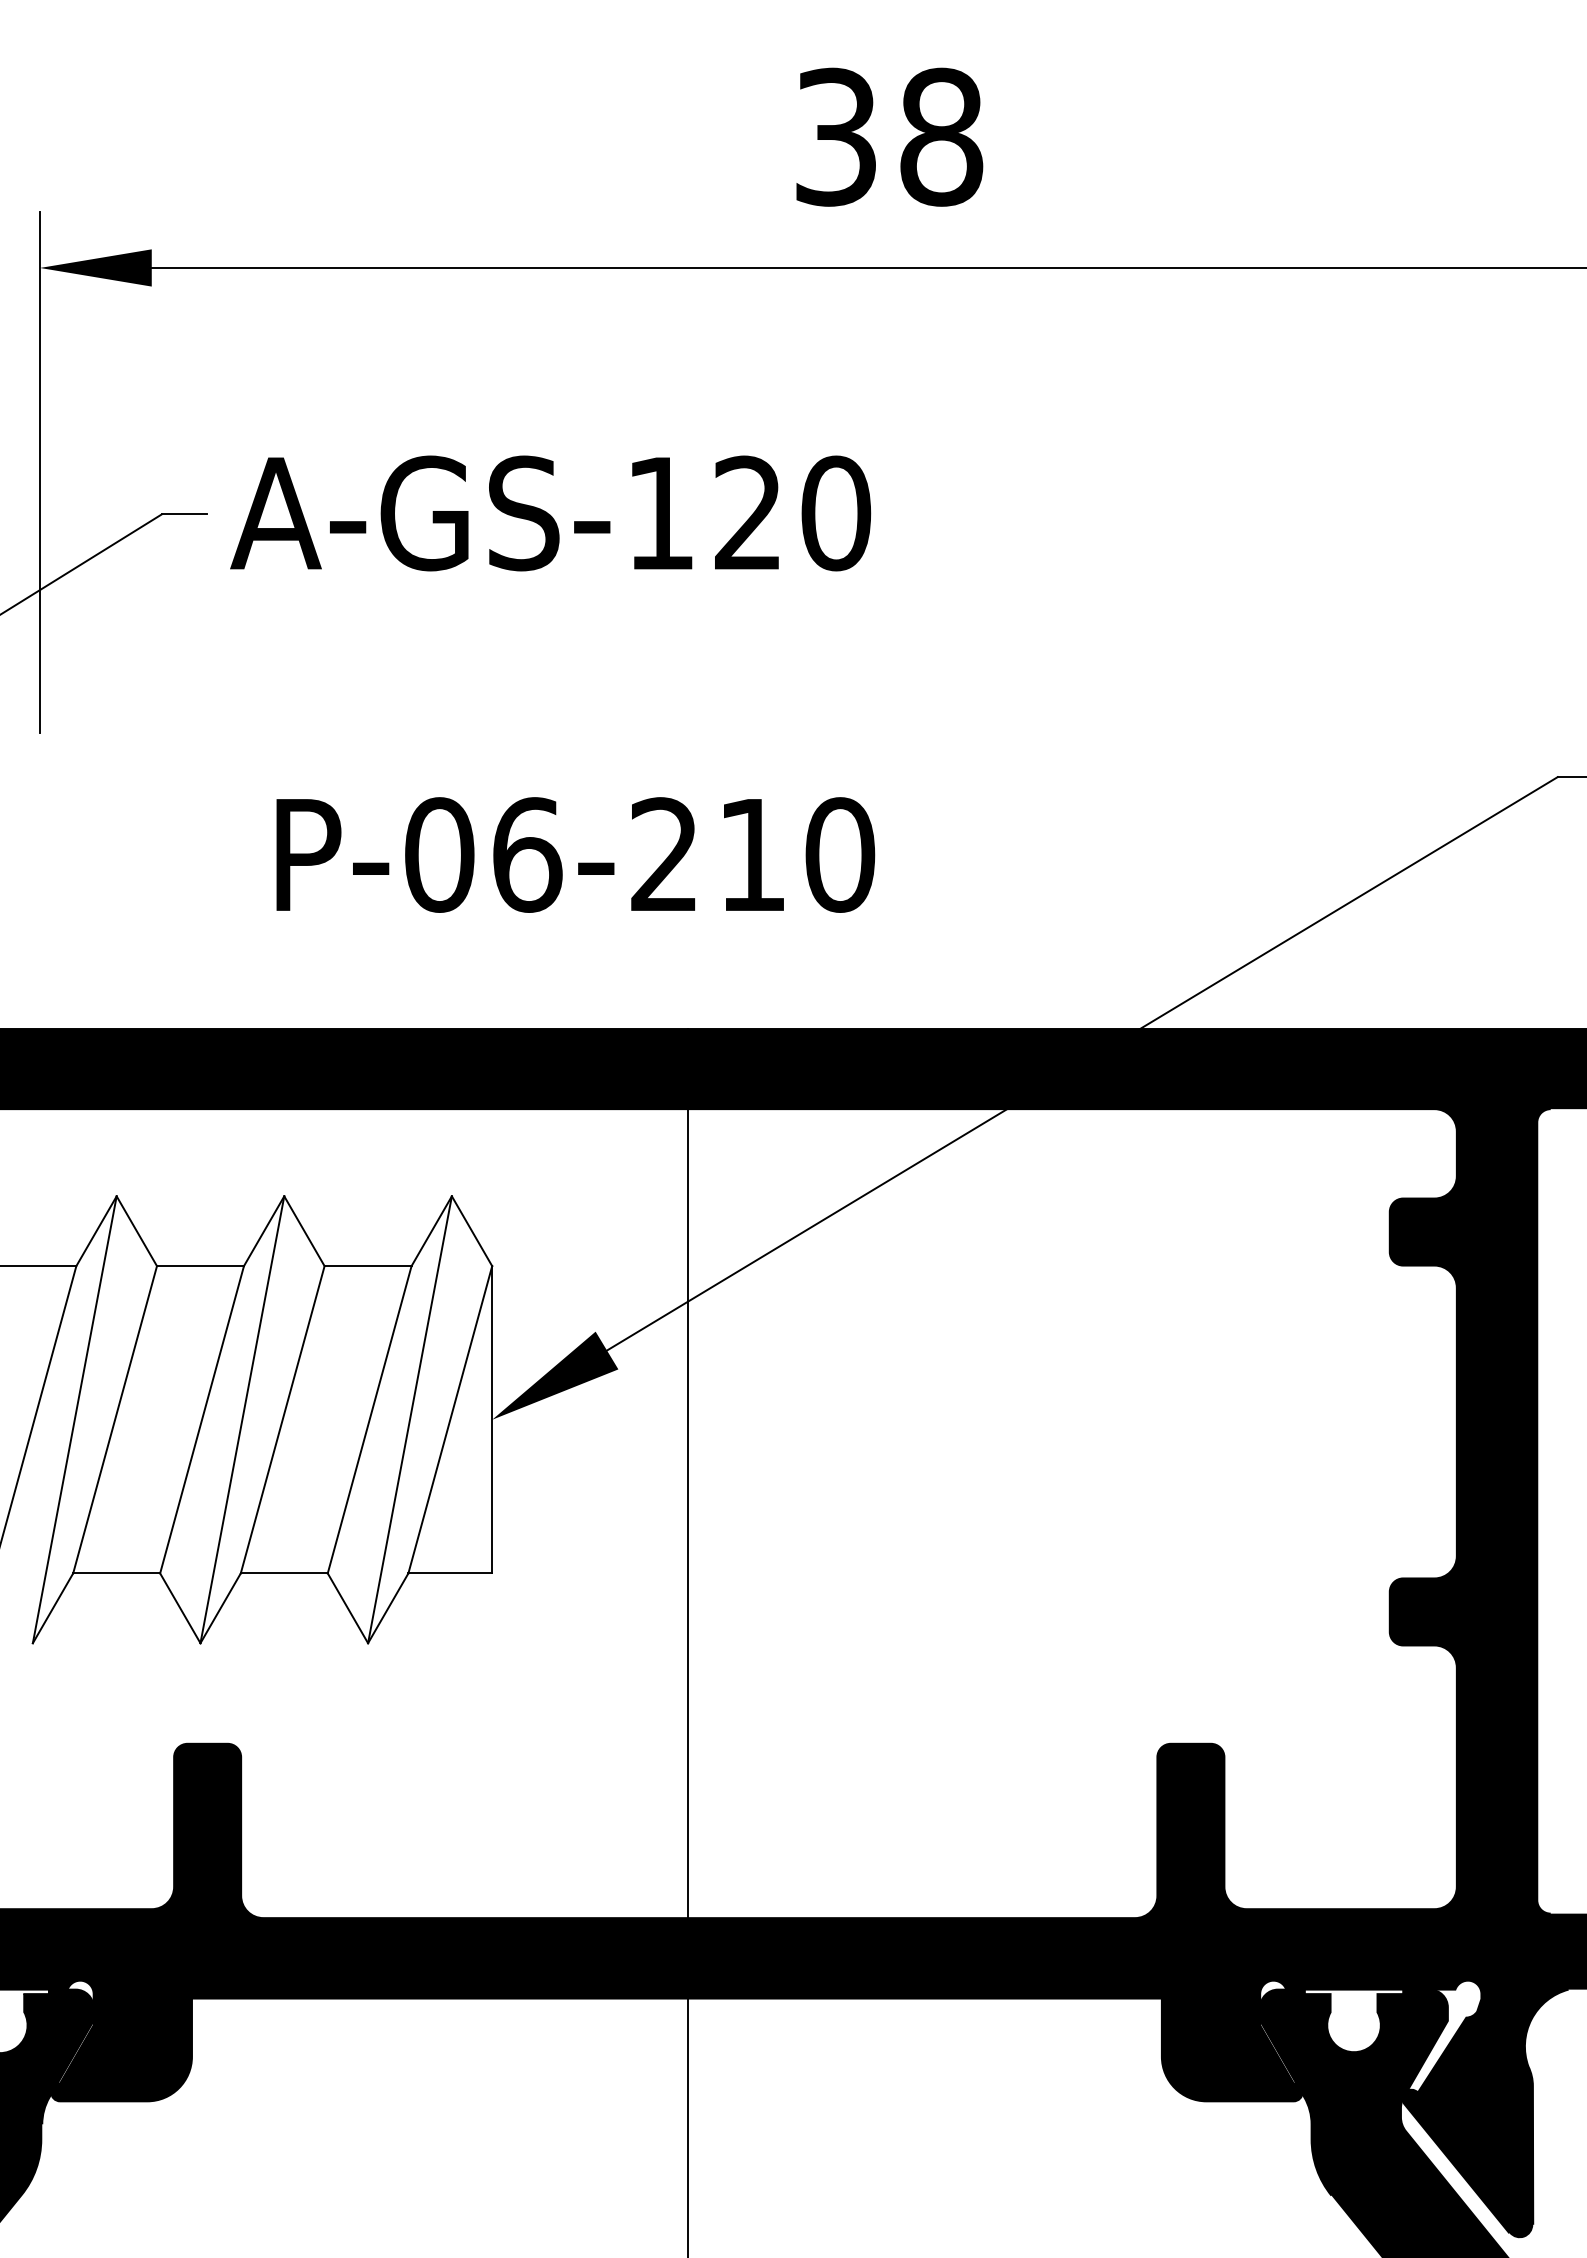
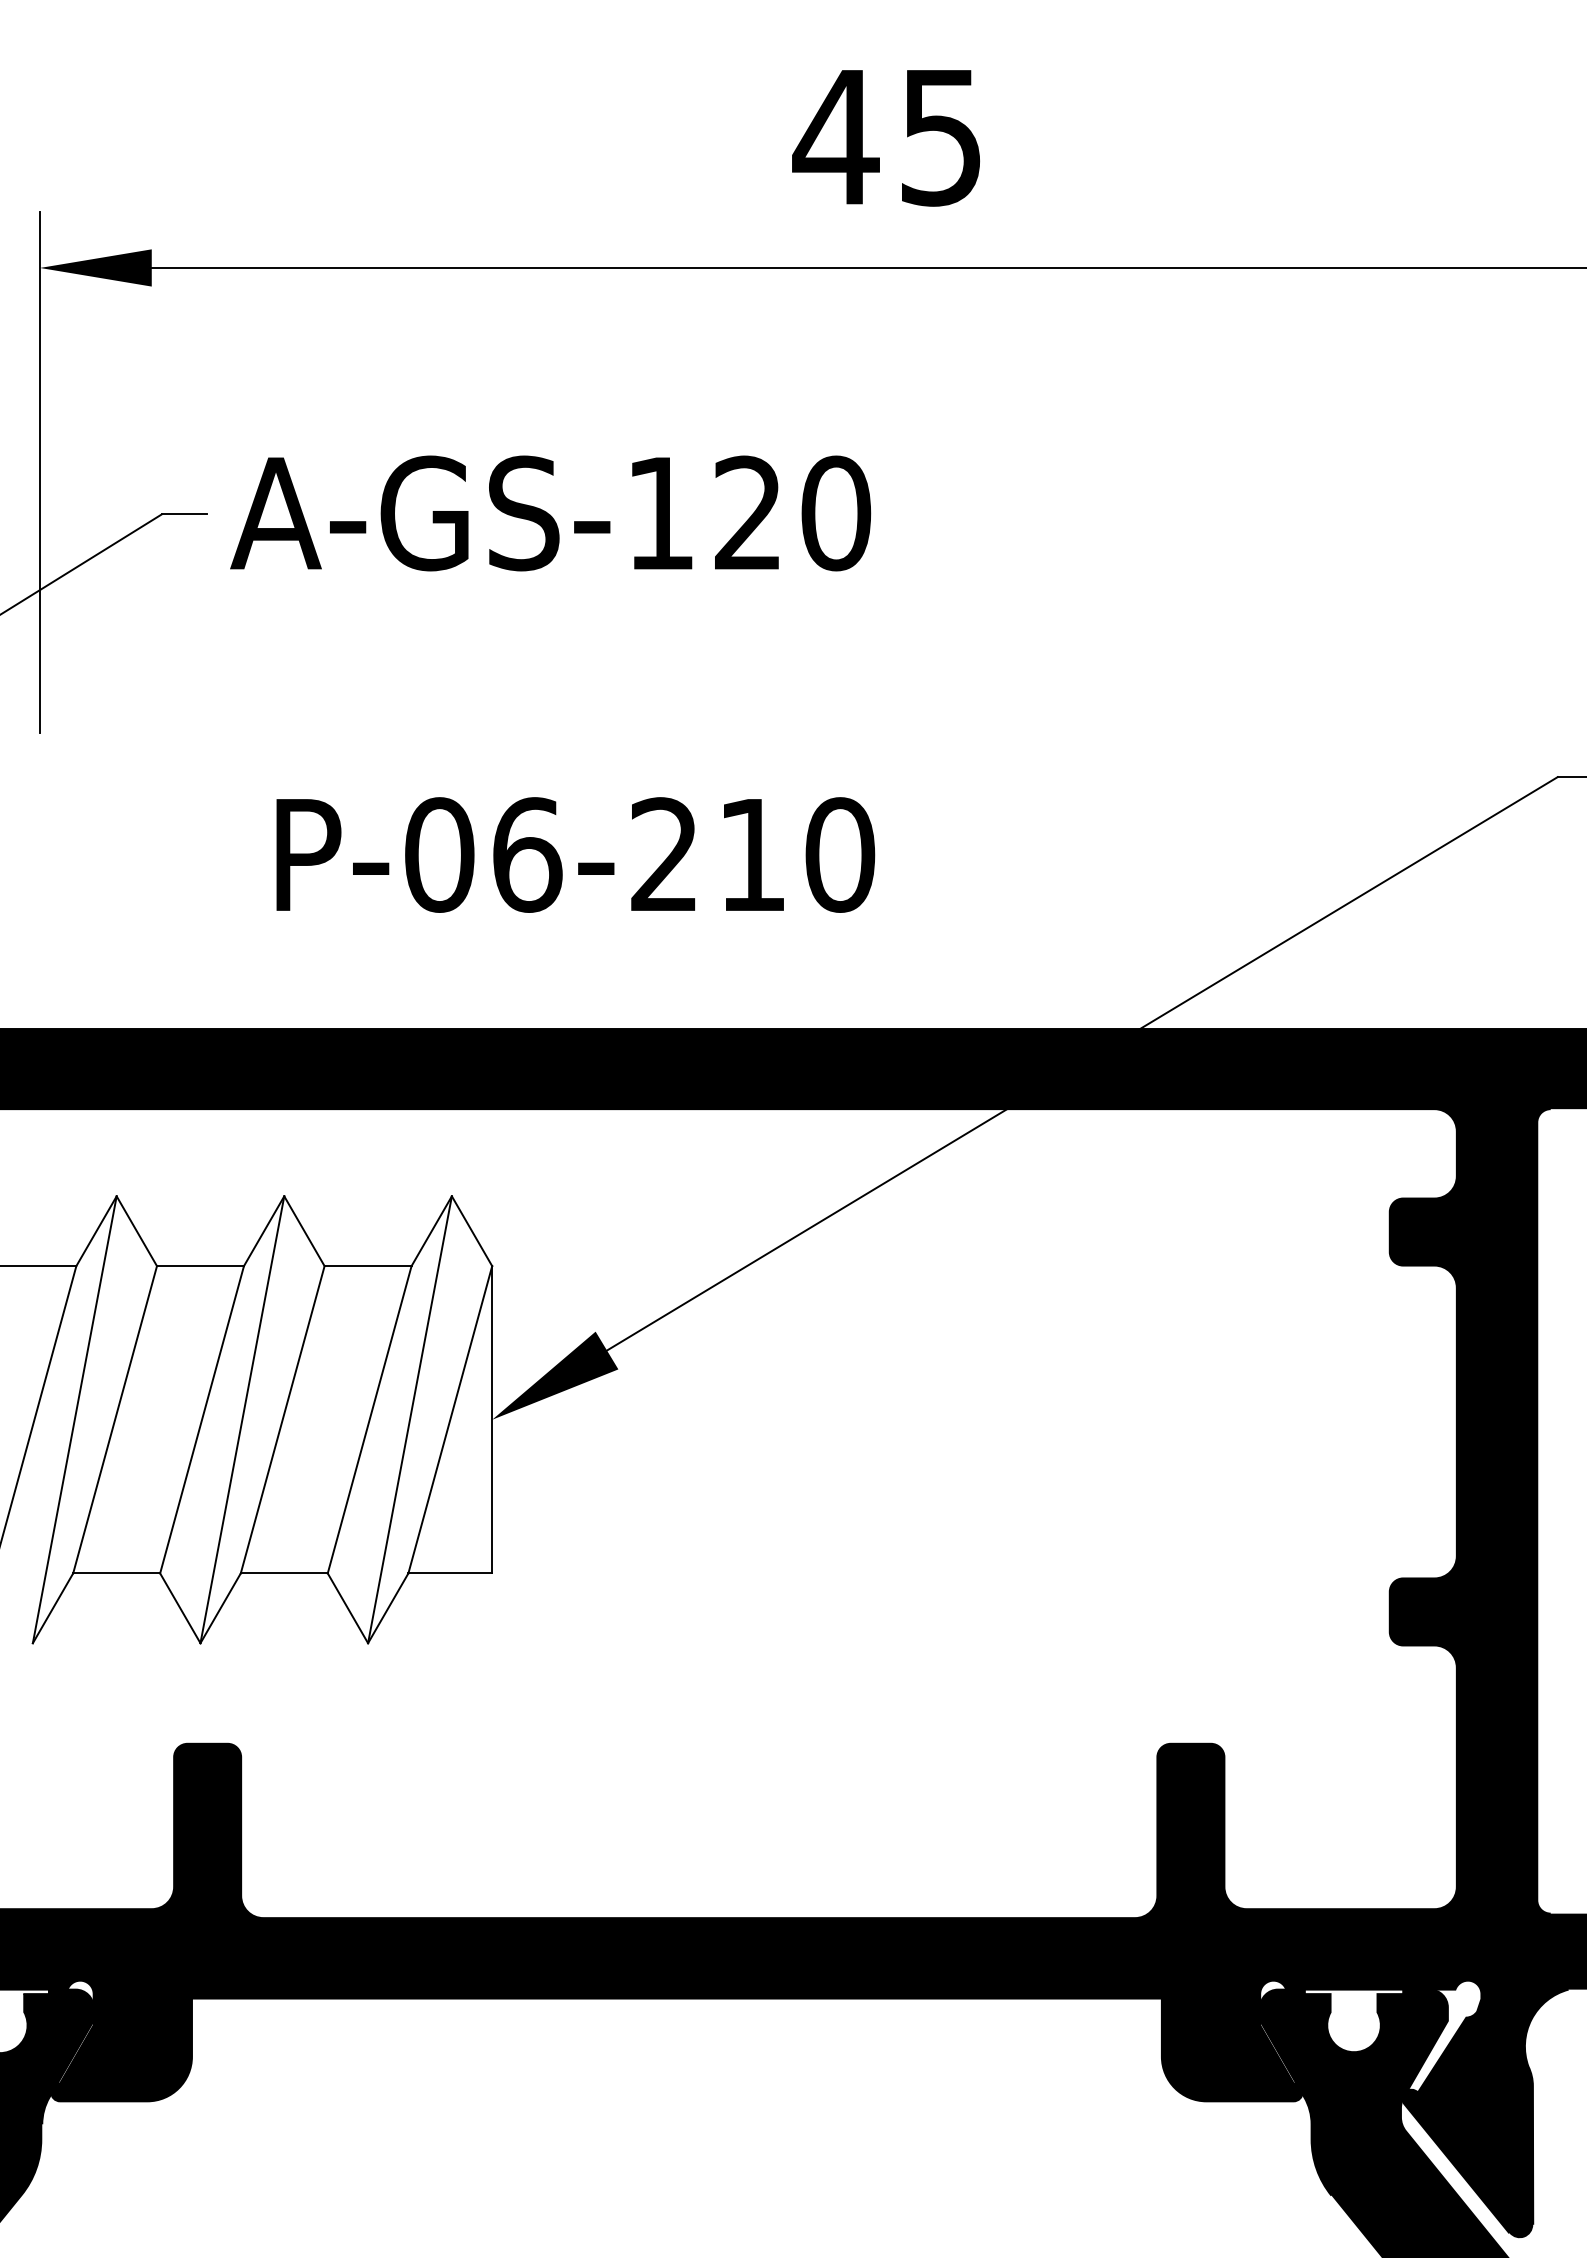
text at (887, 136): 38 -> 45
line at (688, 1641): present -> none
